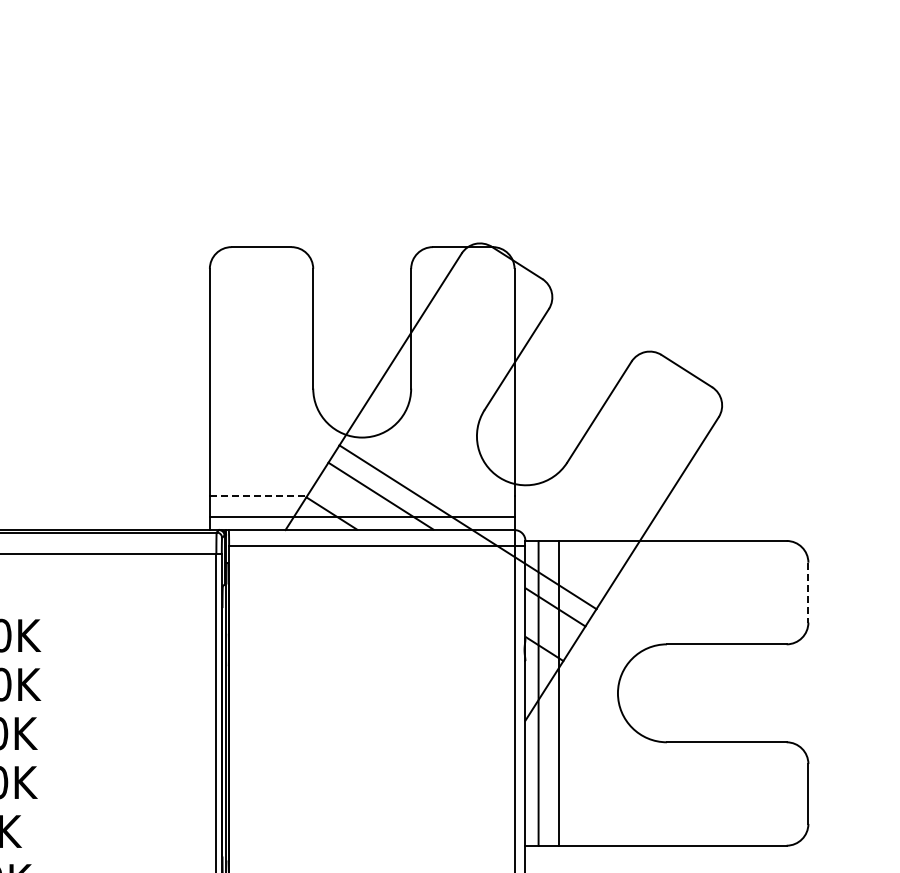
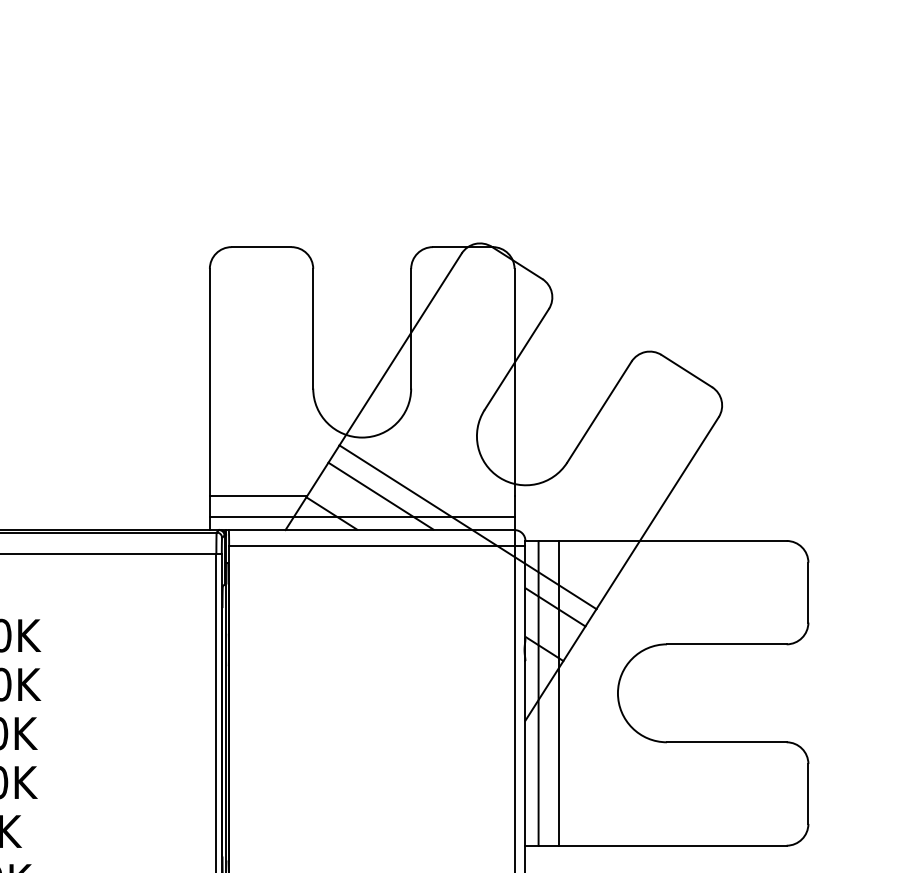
line at (258, 496): dashed -> solid
line at (808, 592): dashed -> solid
